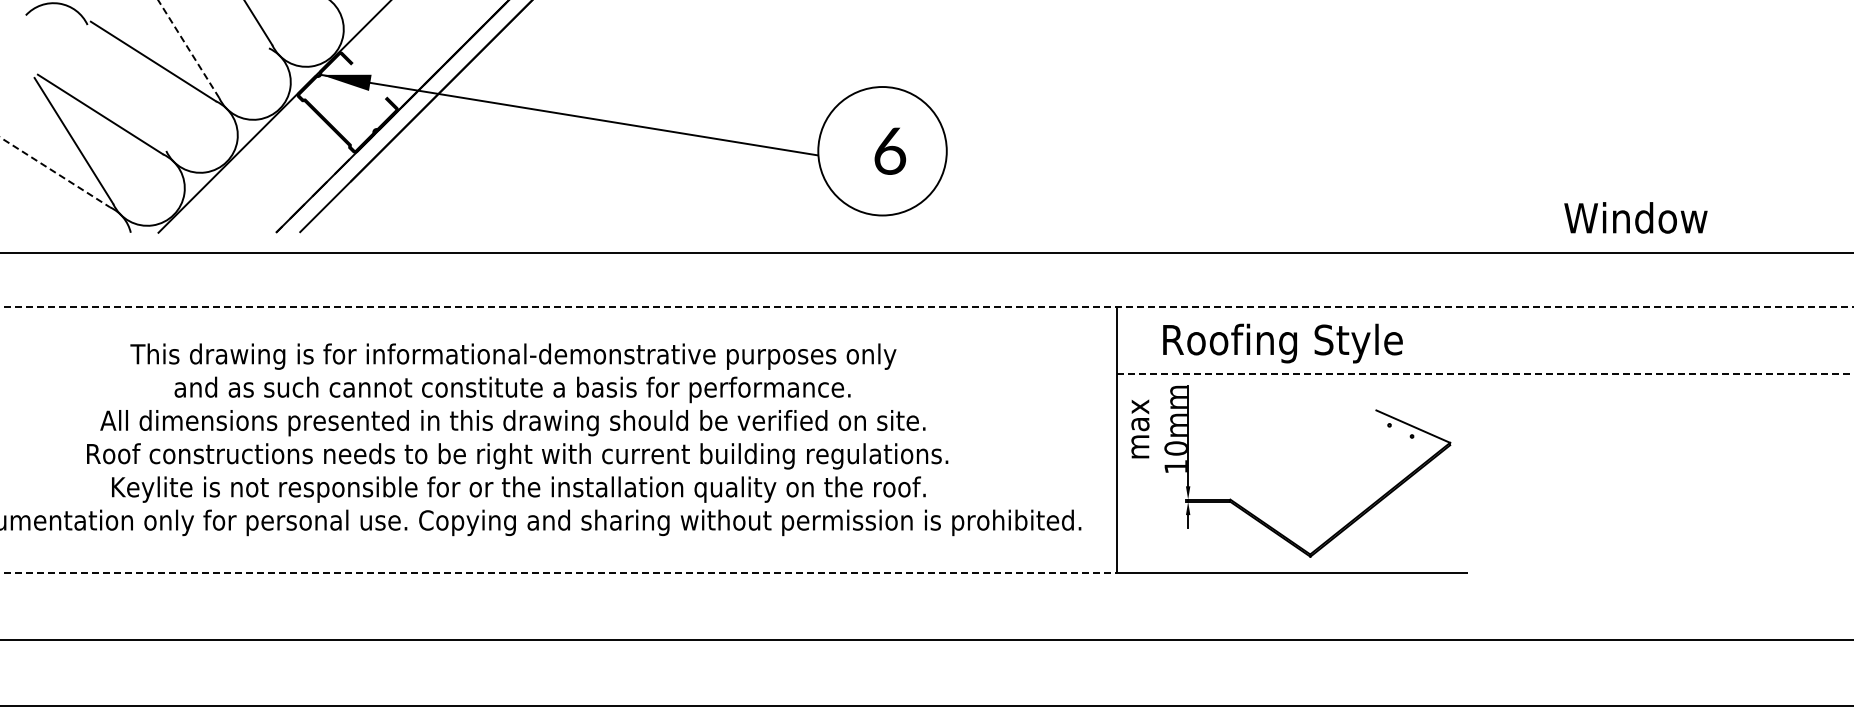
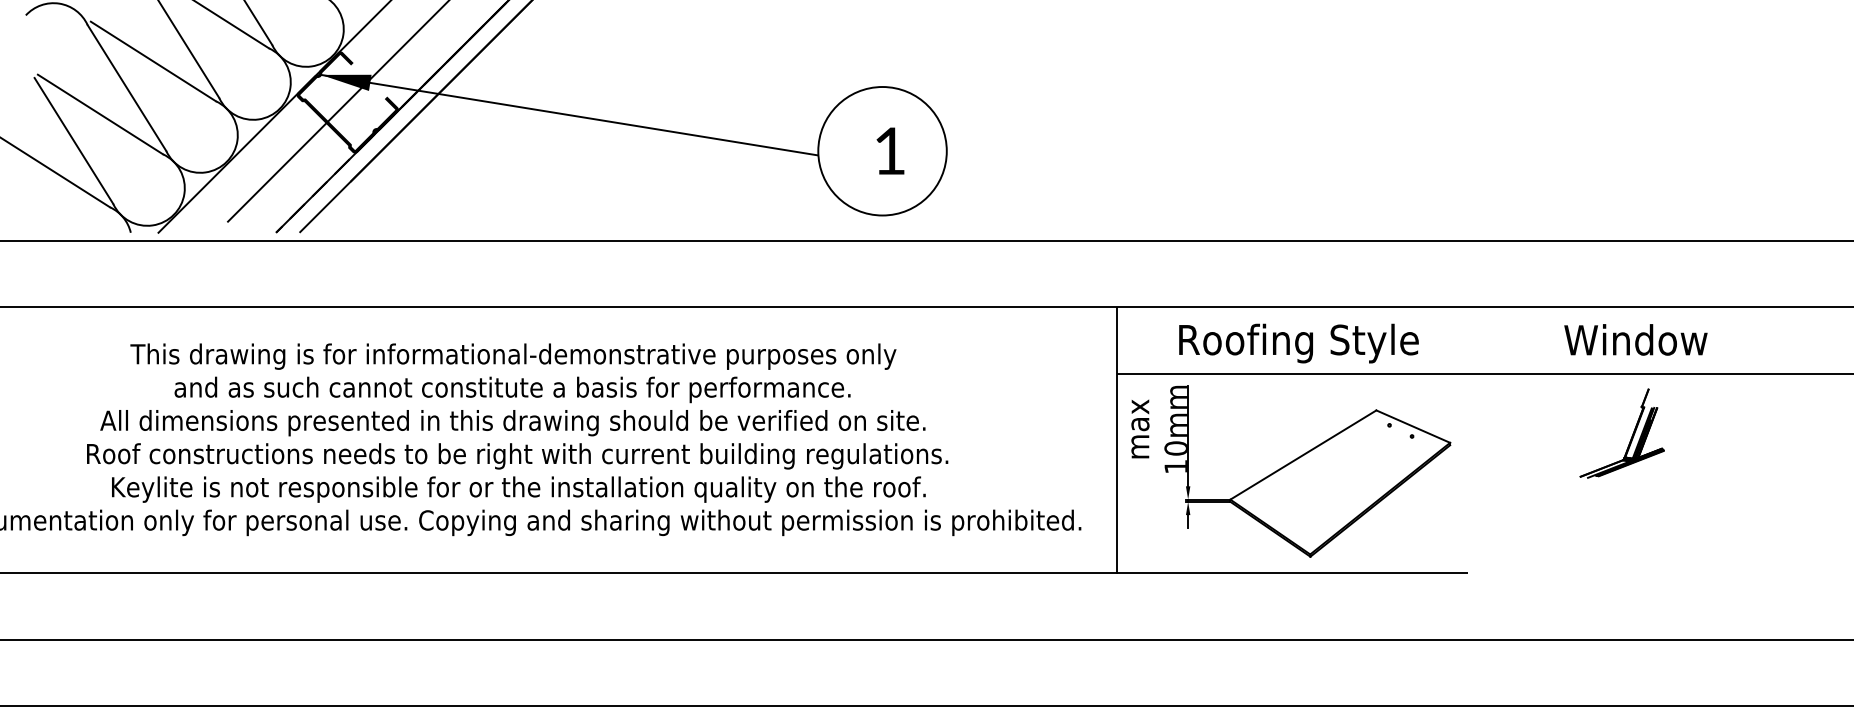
line at (232, 25): none -> present
line at (188, 48): dashed -> solid
line at (126, 88): none -> present
line at (337, 111): none -> present
text at (890, 150): 6 -> 1
line at (55, 172): dashed -> solid
text at (1635, 217) position: (1635, 217) -> (1635, 339)
line at (926, 253) position: (926, 253) -> (926, 241)
line at (927, 307): dashed -> solid
text at (1282, 343) position: (1282, 343) -> (1298, 343)
line at (1485, 373): dashed -> solid
part at (1630, 438): none -> present
line at (1303, 454): none -> present
line at (559, 573): dashed -> solid
